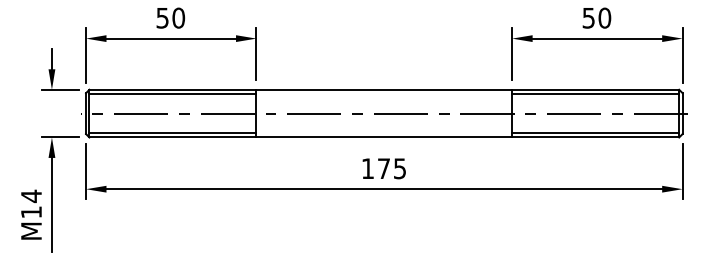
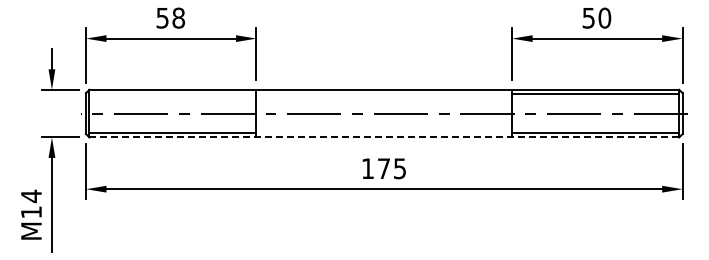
text at (178, 18): 50 -> 58
line at (172, 93): present -> none
line at (384, 137): solid -> dashed
